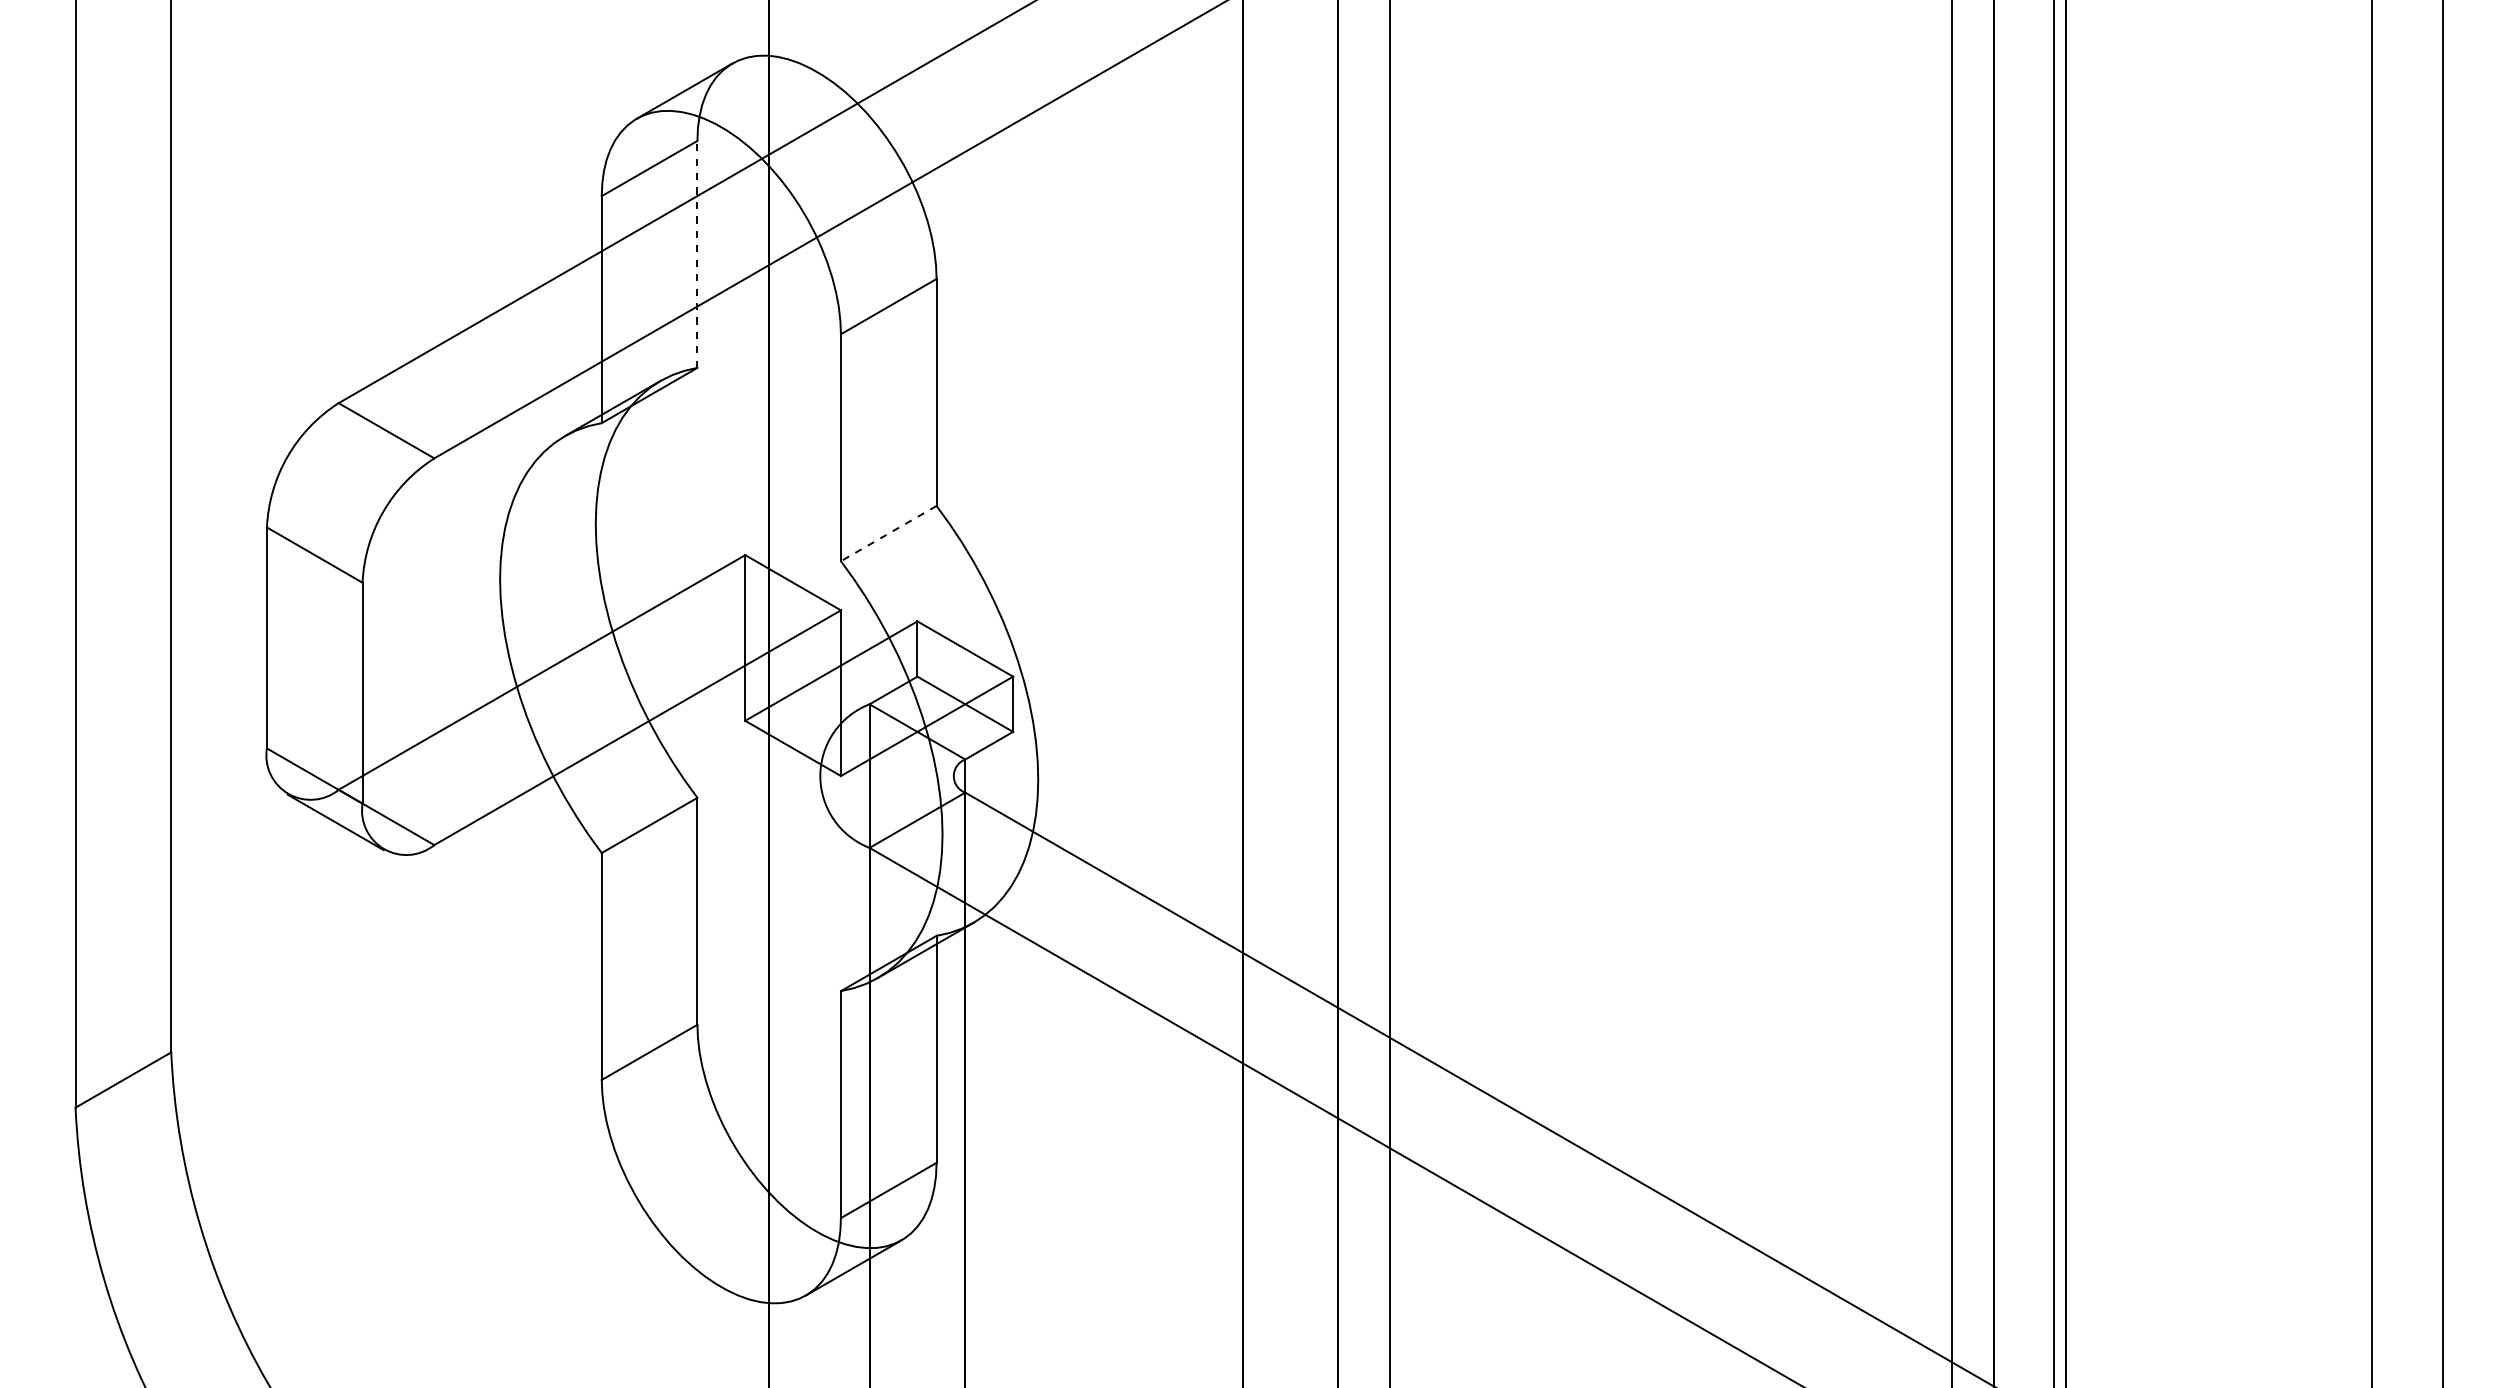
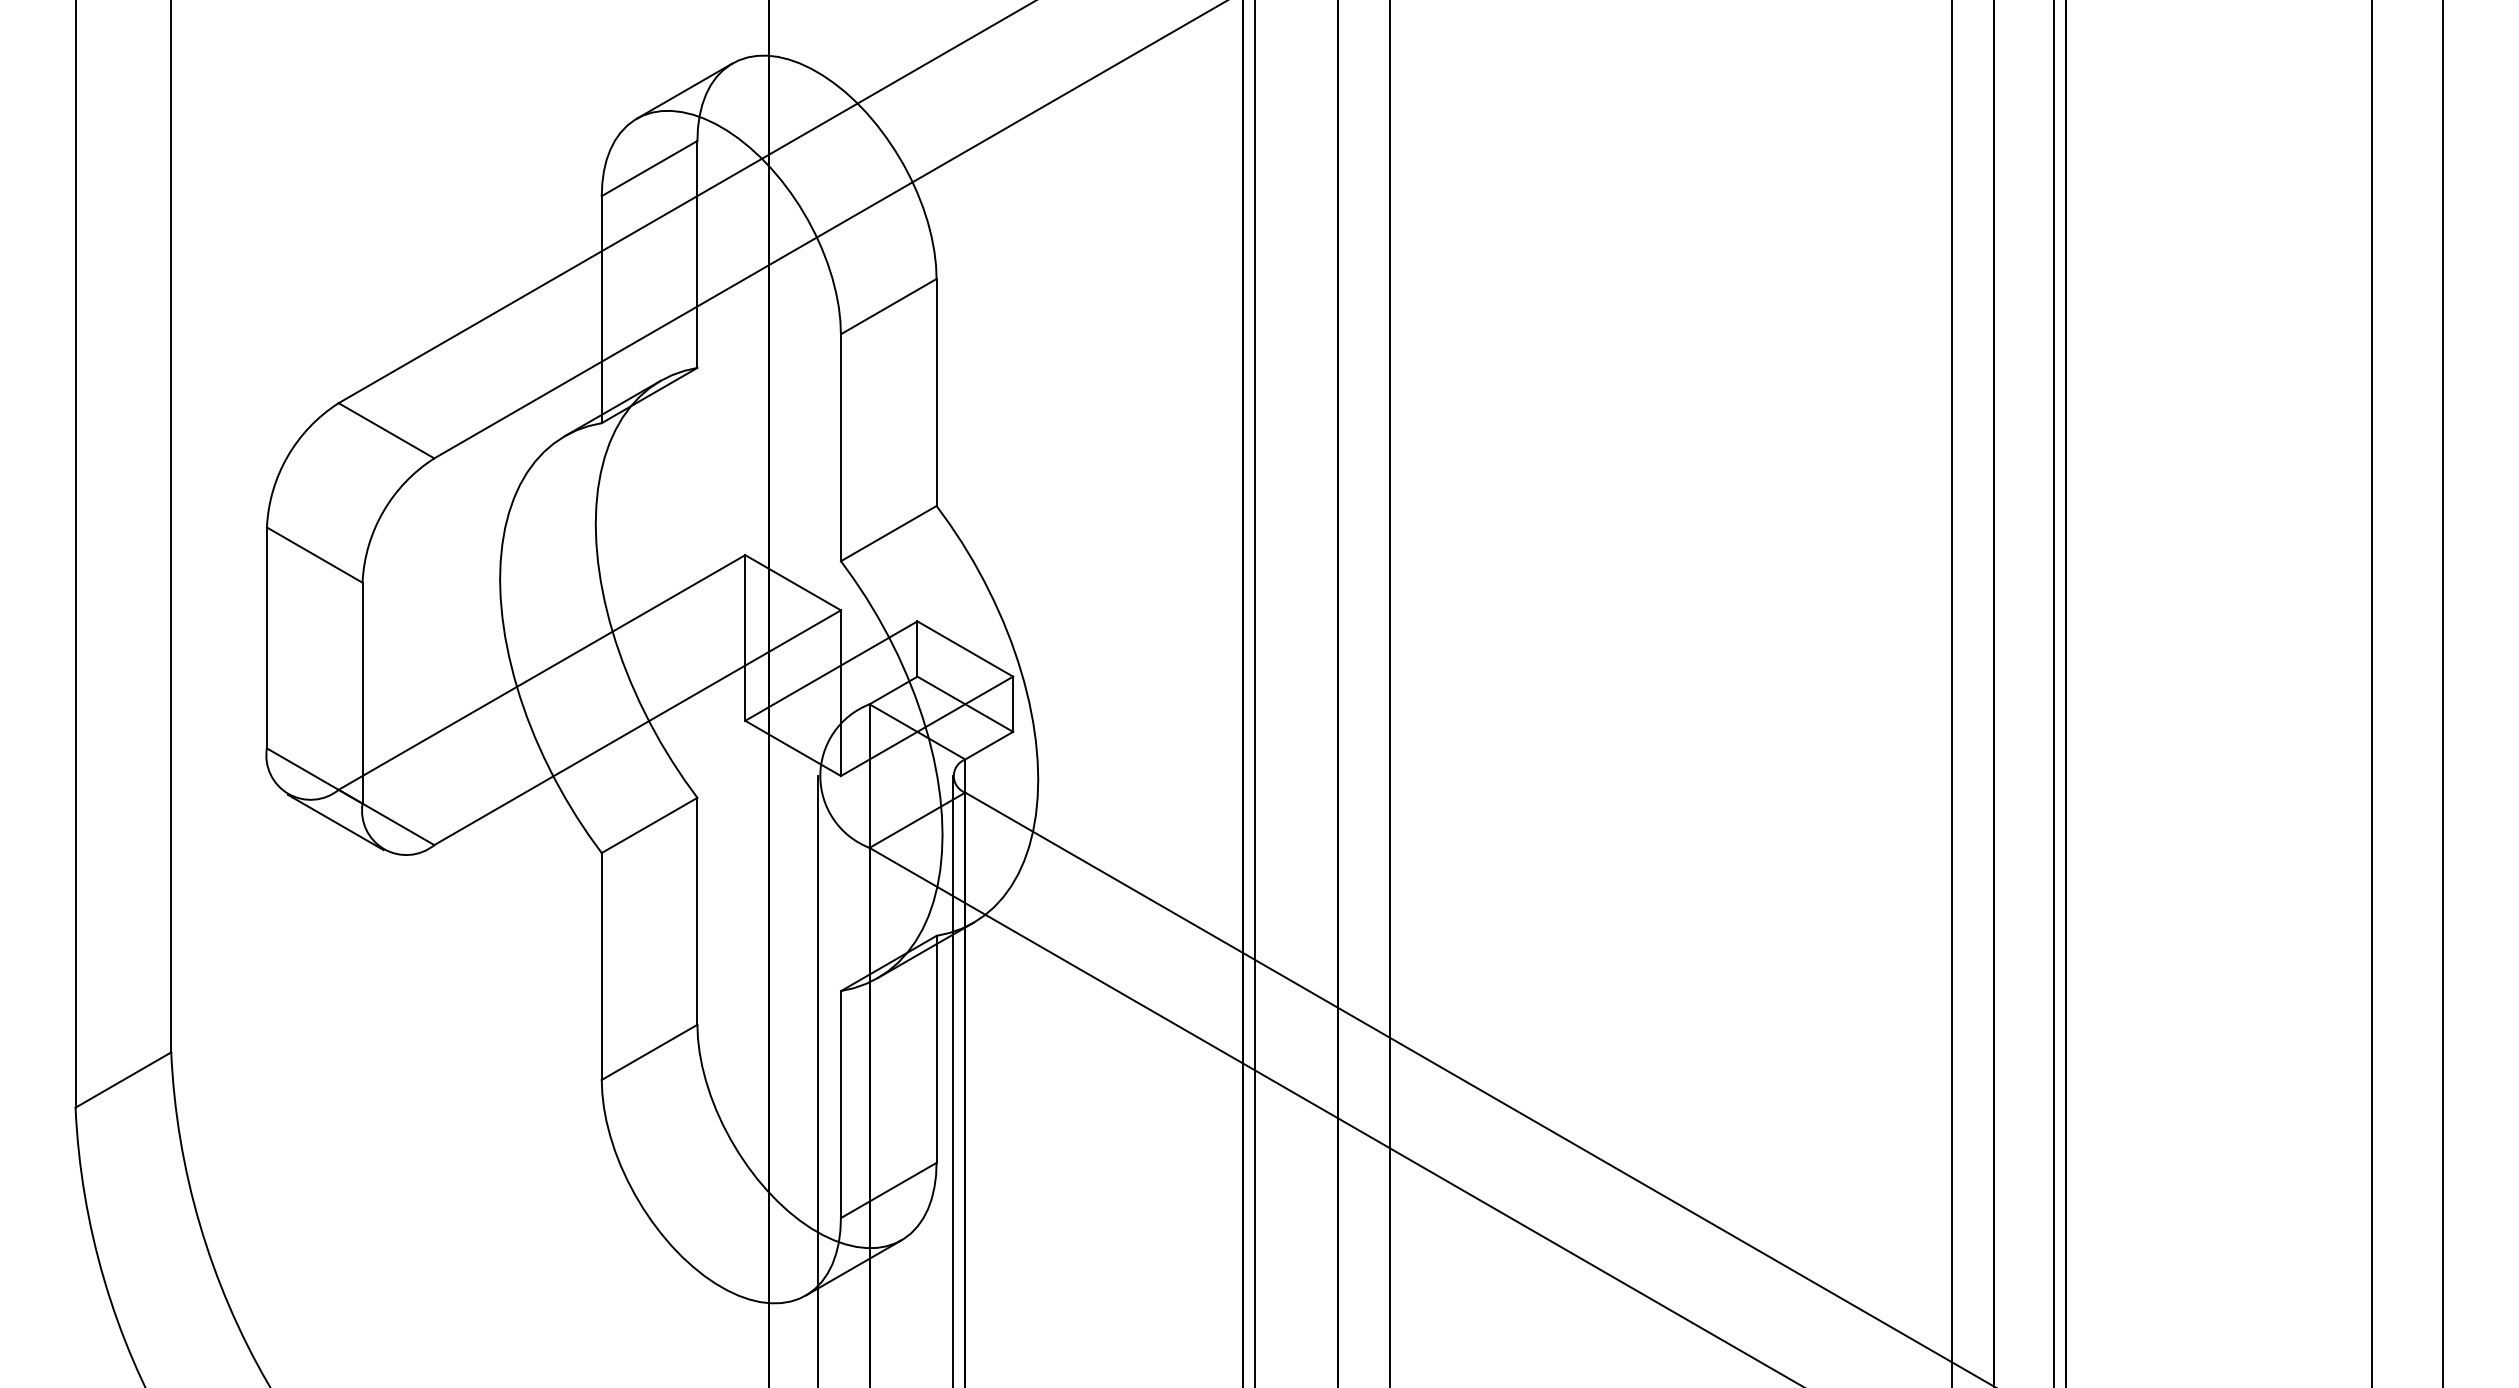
line at (697, 253): dashed -> solid
line at (888, 533): dashed -> solid
line at (1254, 693): none -> present
line at (818, 1080): none -> present
line at (953, 1080): none -> present
